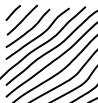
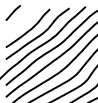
line at (22, 19): present -> none
